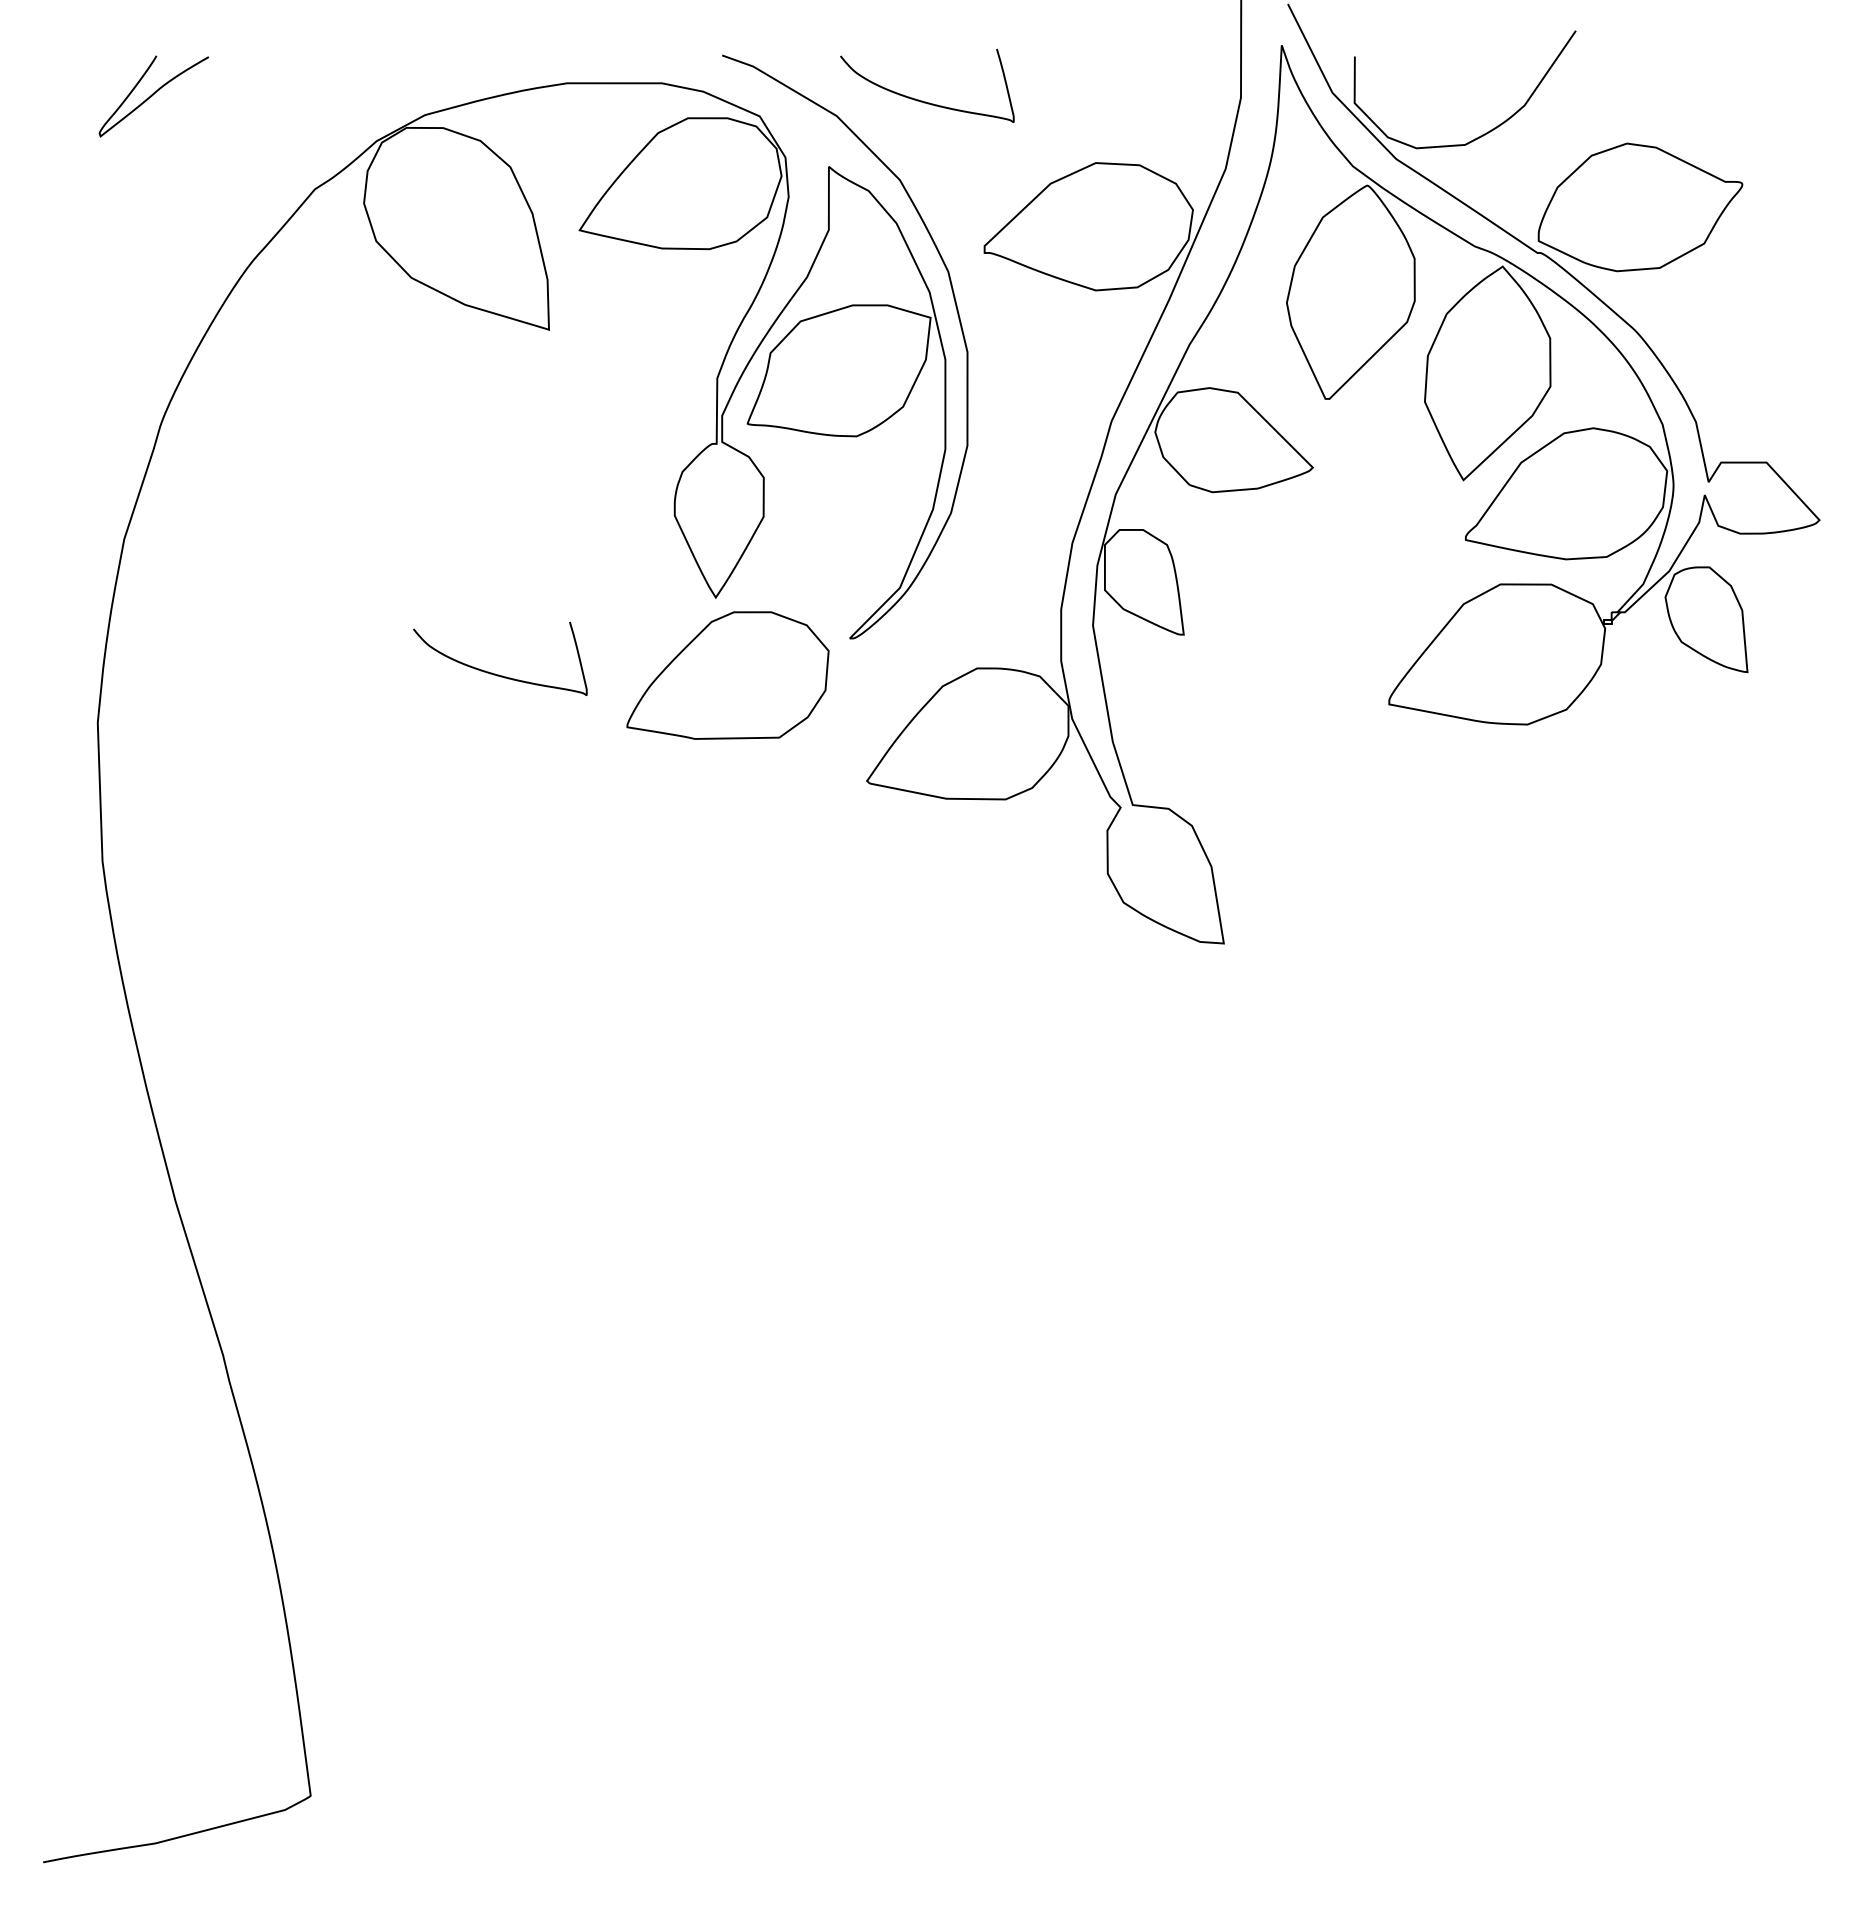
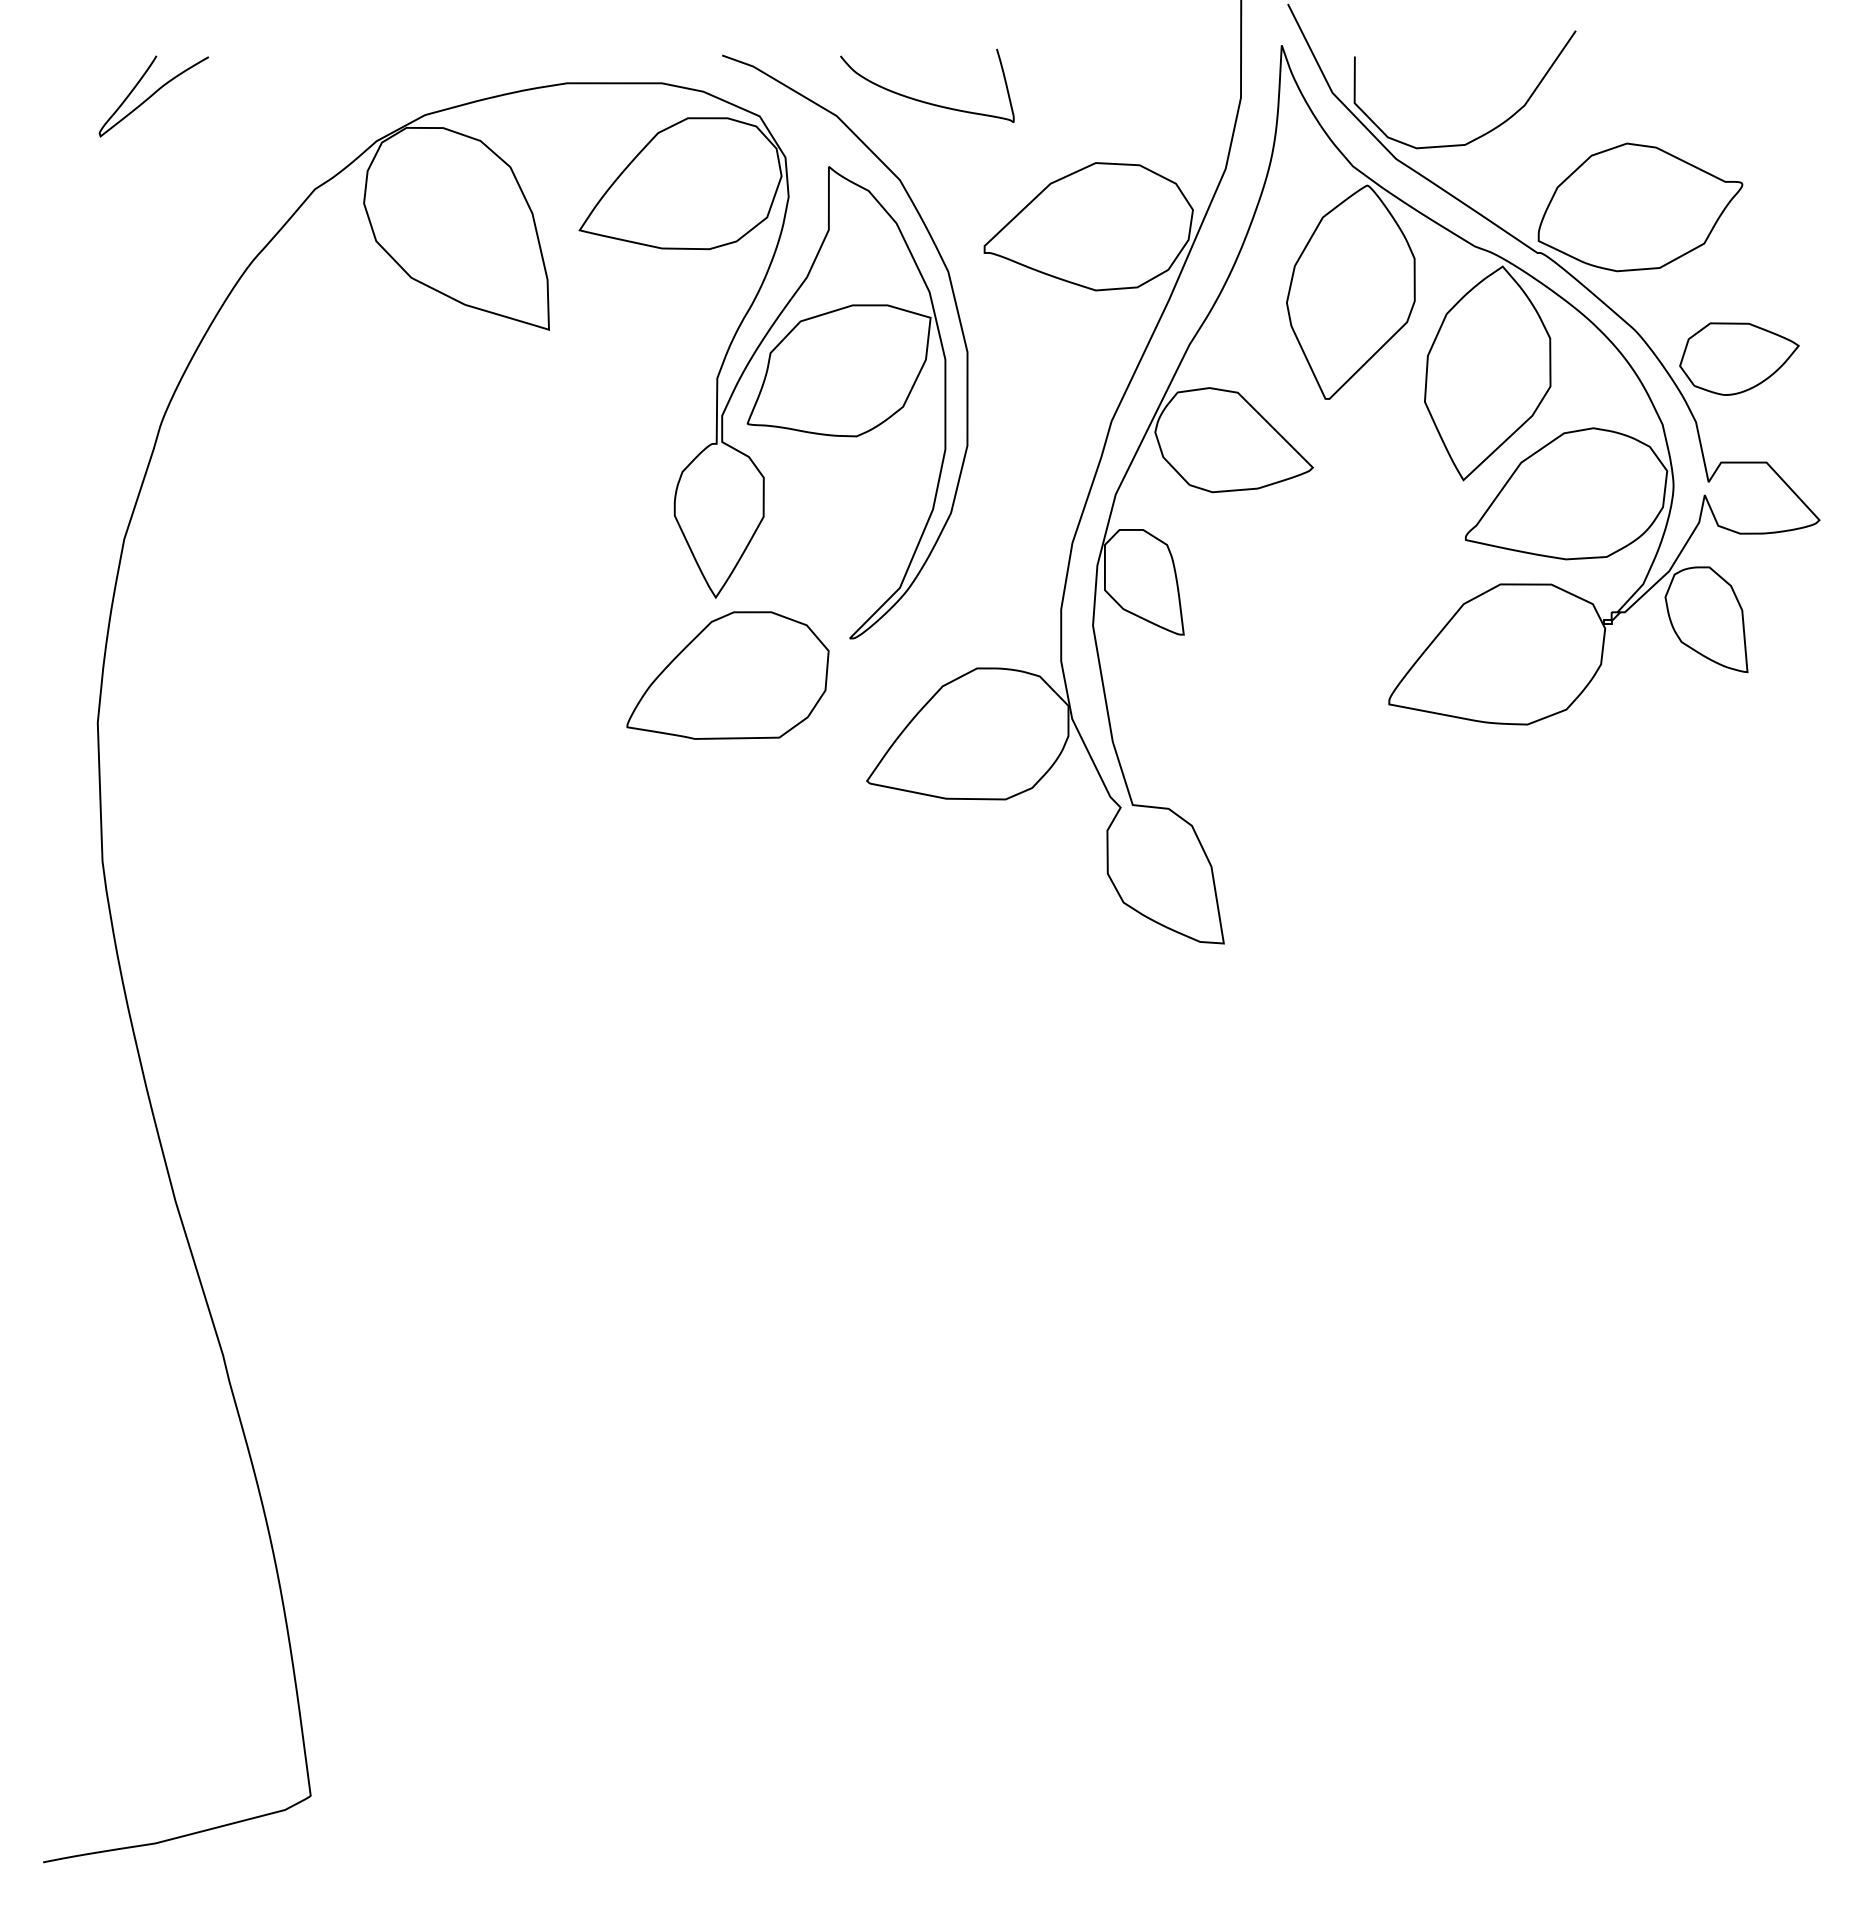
part at (1739, 358): none -> present
curve at (495, 673): present -> none
